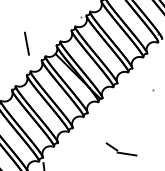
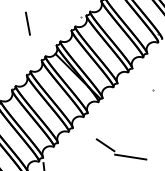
line at (26, 43) position: (26, 43) -> (27, 23)
part at (121, 149) size: 33x15 px -> 53x23 px
